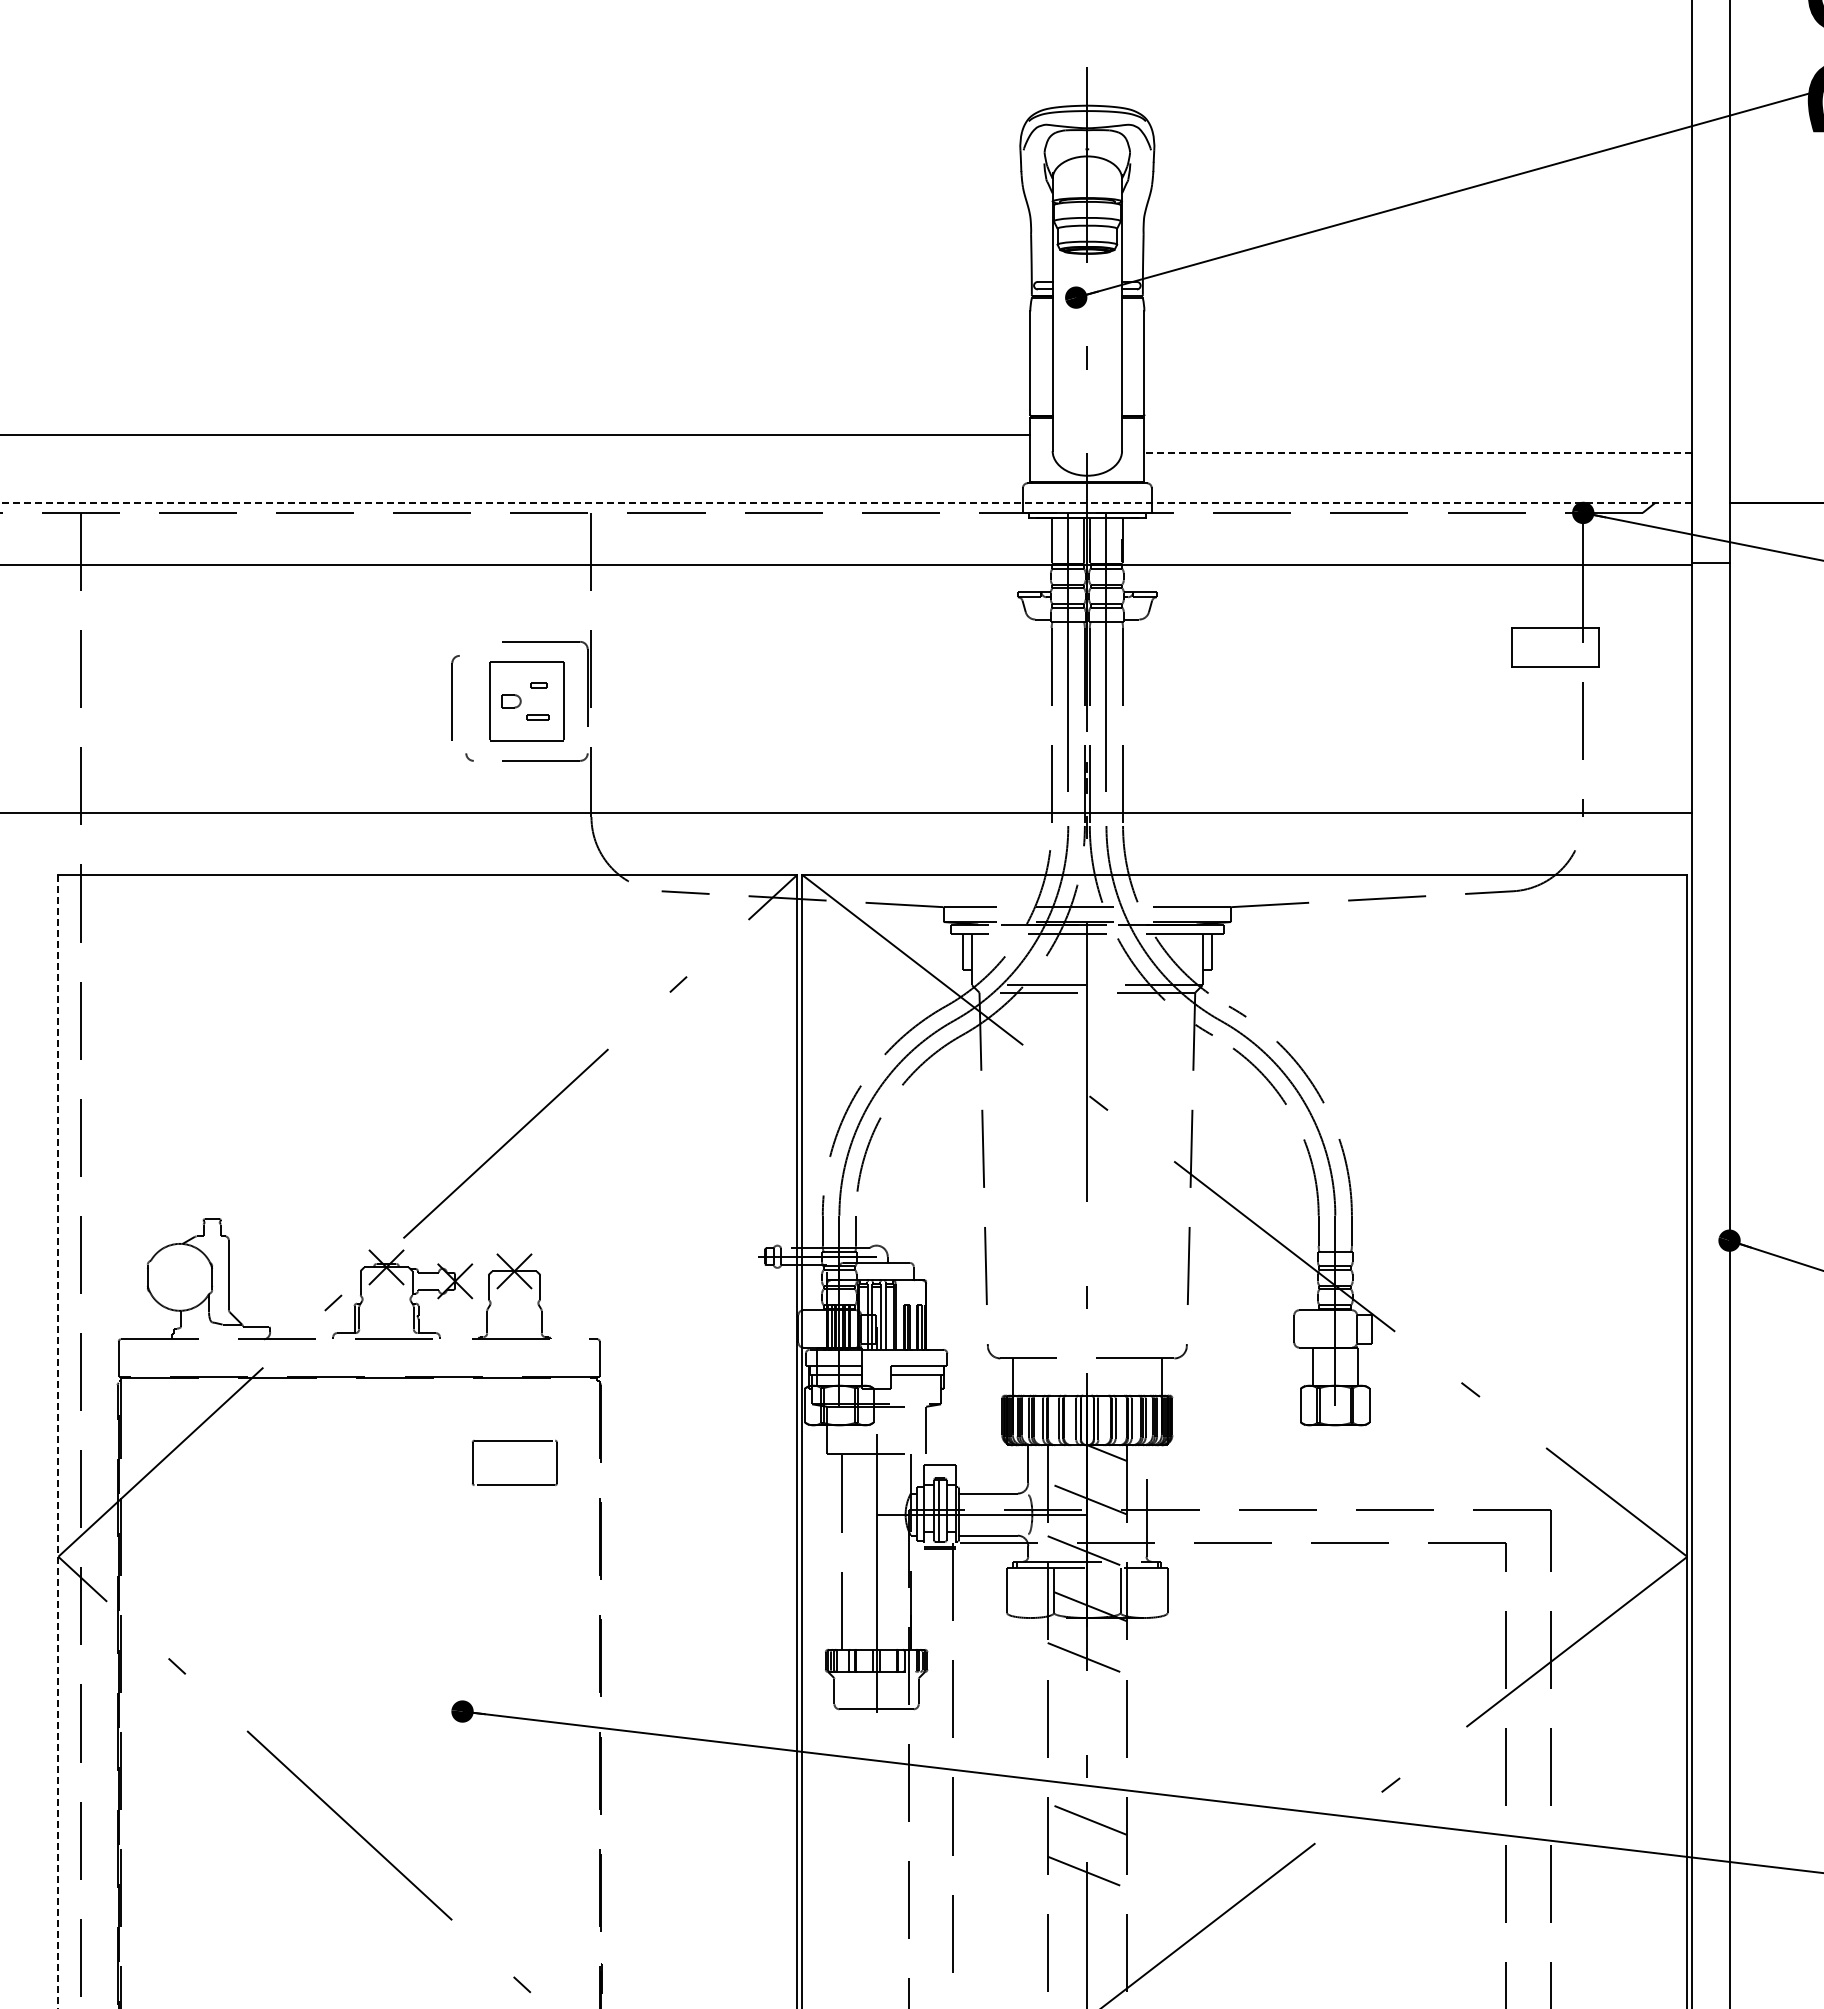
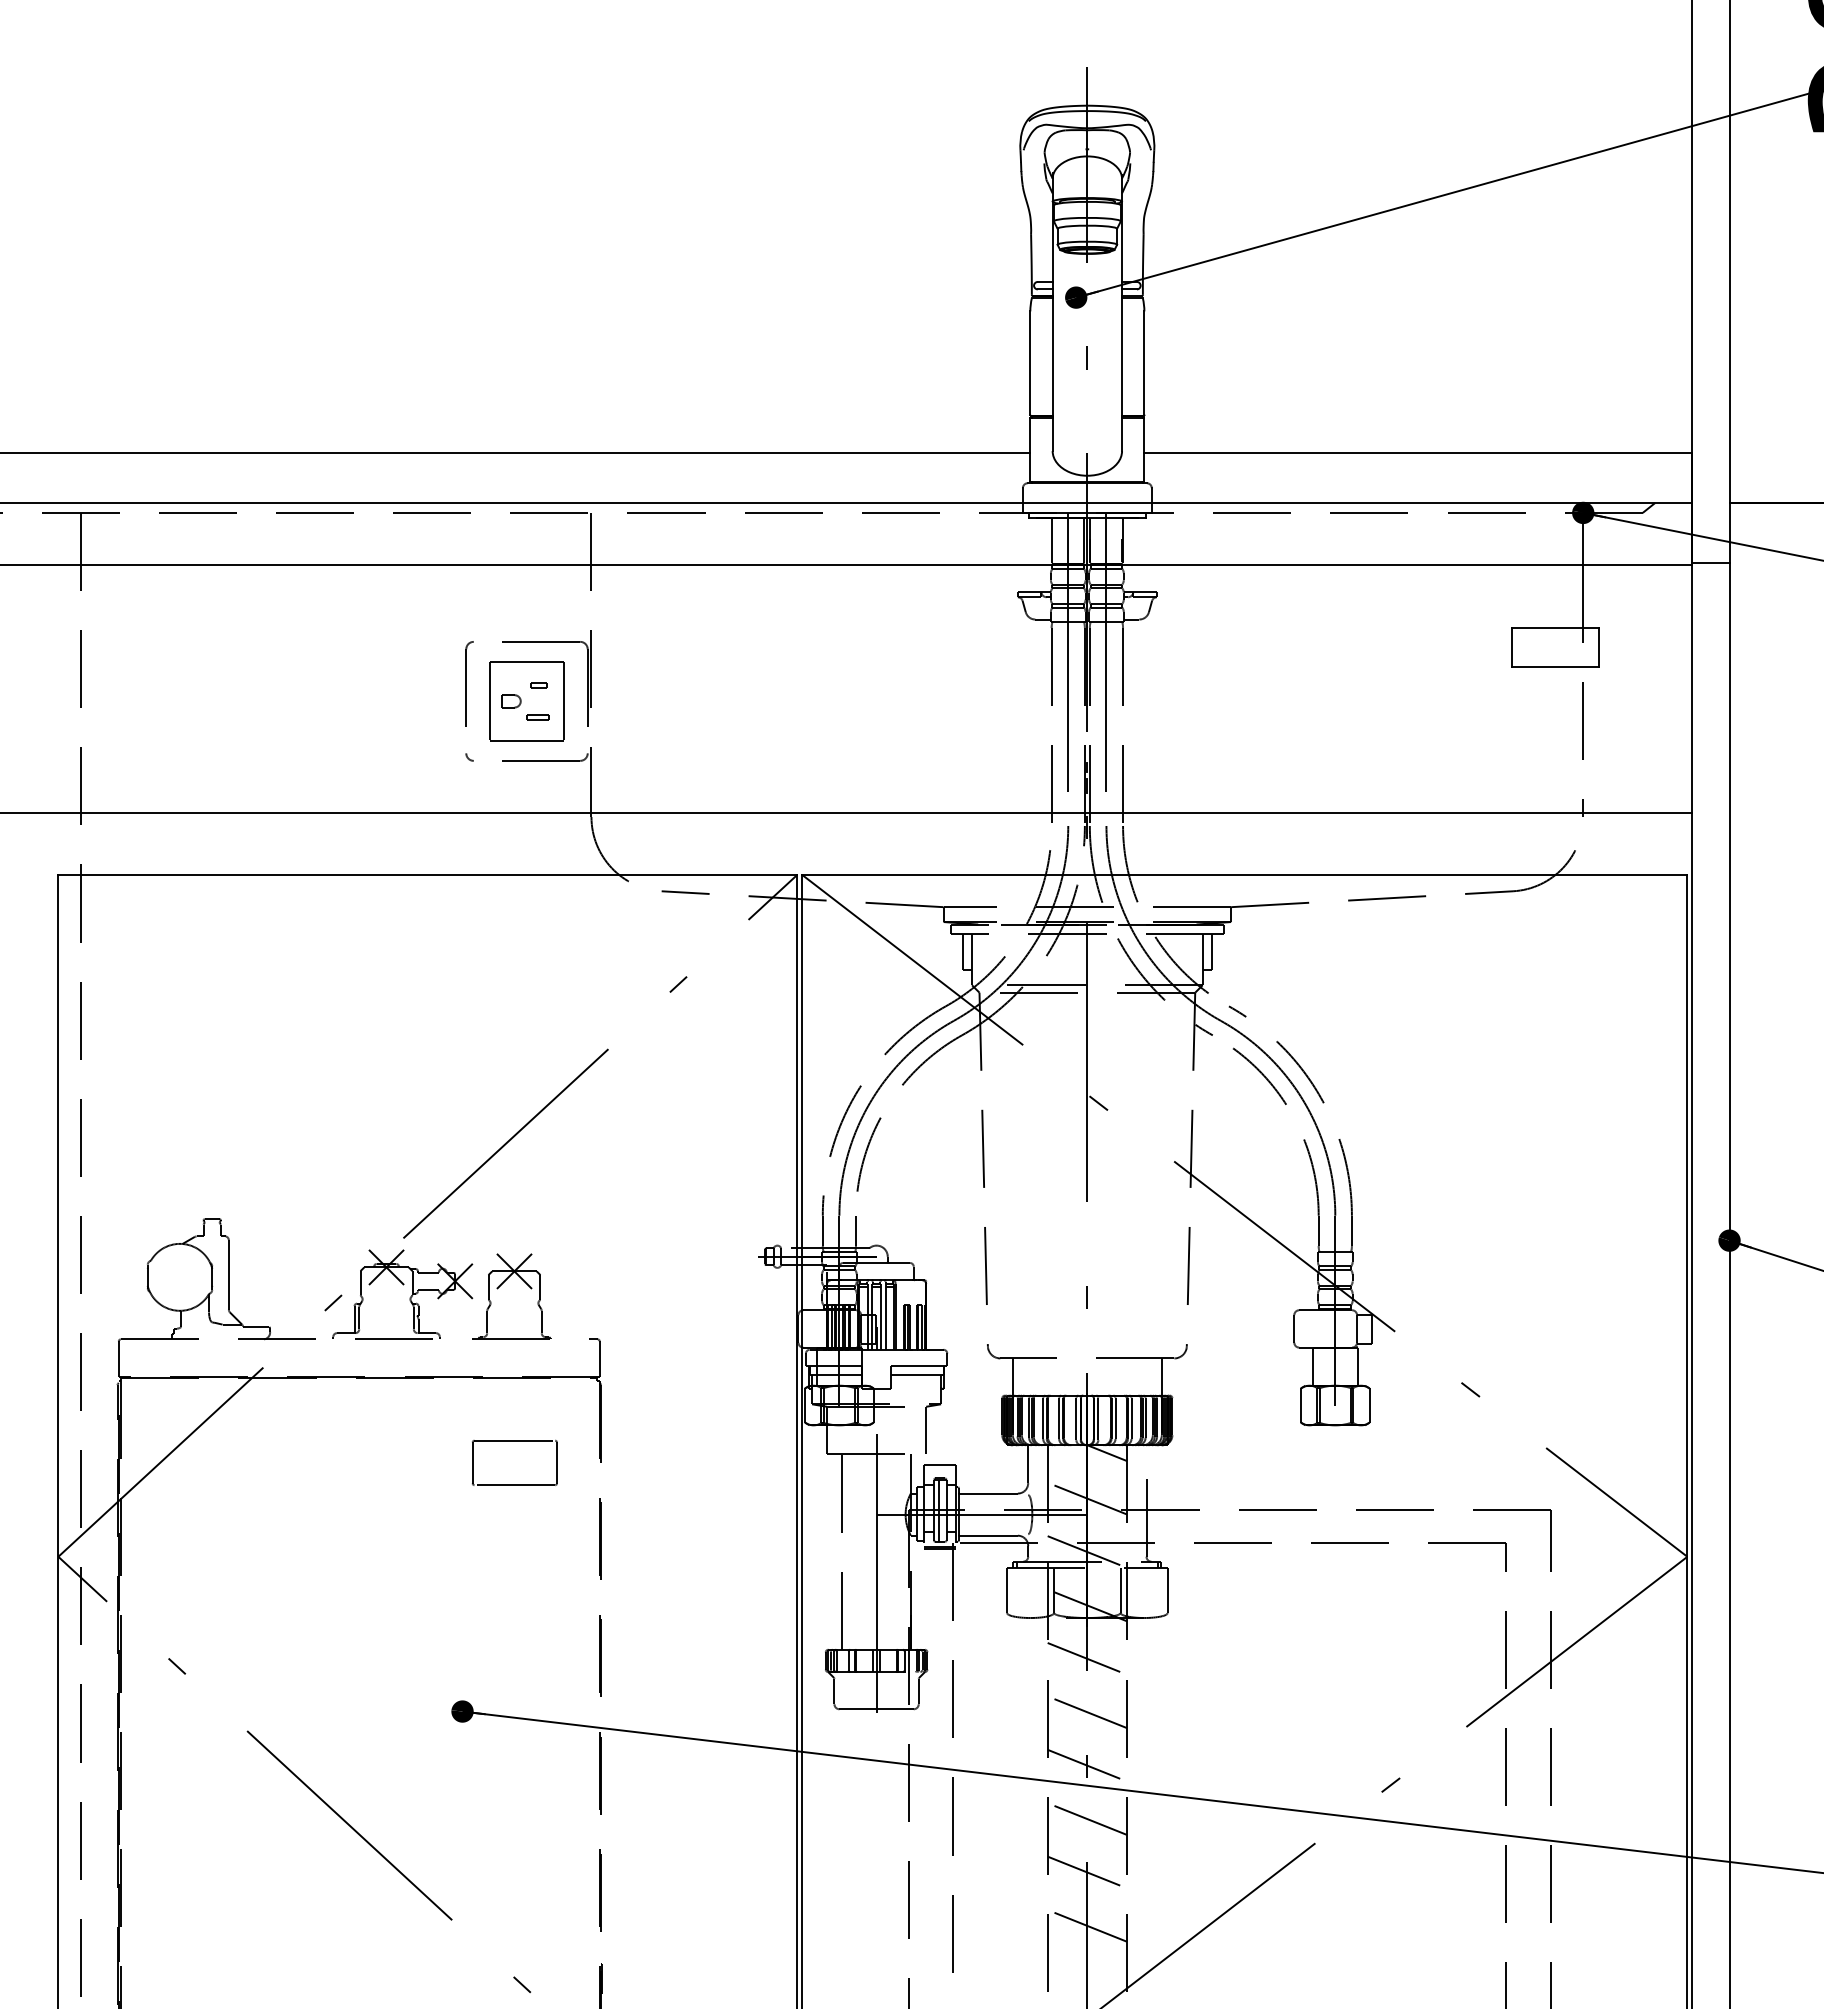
line at (516, 435) position: (516, 435) -> (516, 453)
line at (1418, 453): dashed -> solid
line at (846, 503): dashed -> solid
part at (455, 697) position: (455, 697) -> (469, 683)
line at (58, 1441): dashed -> solid
line at (1087, 1712): none -> present
line at (1087, 1765): none -> present
line at (1087, 1925): none -> present
